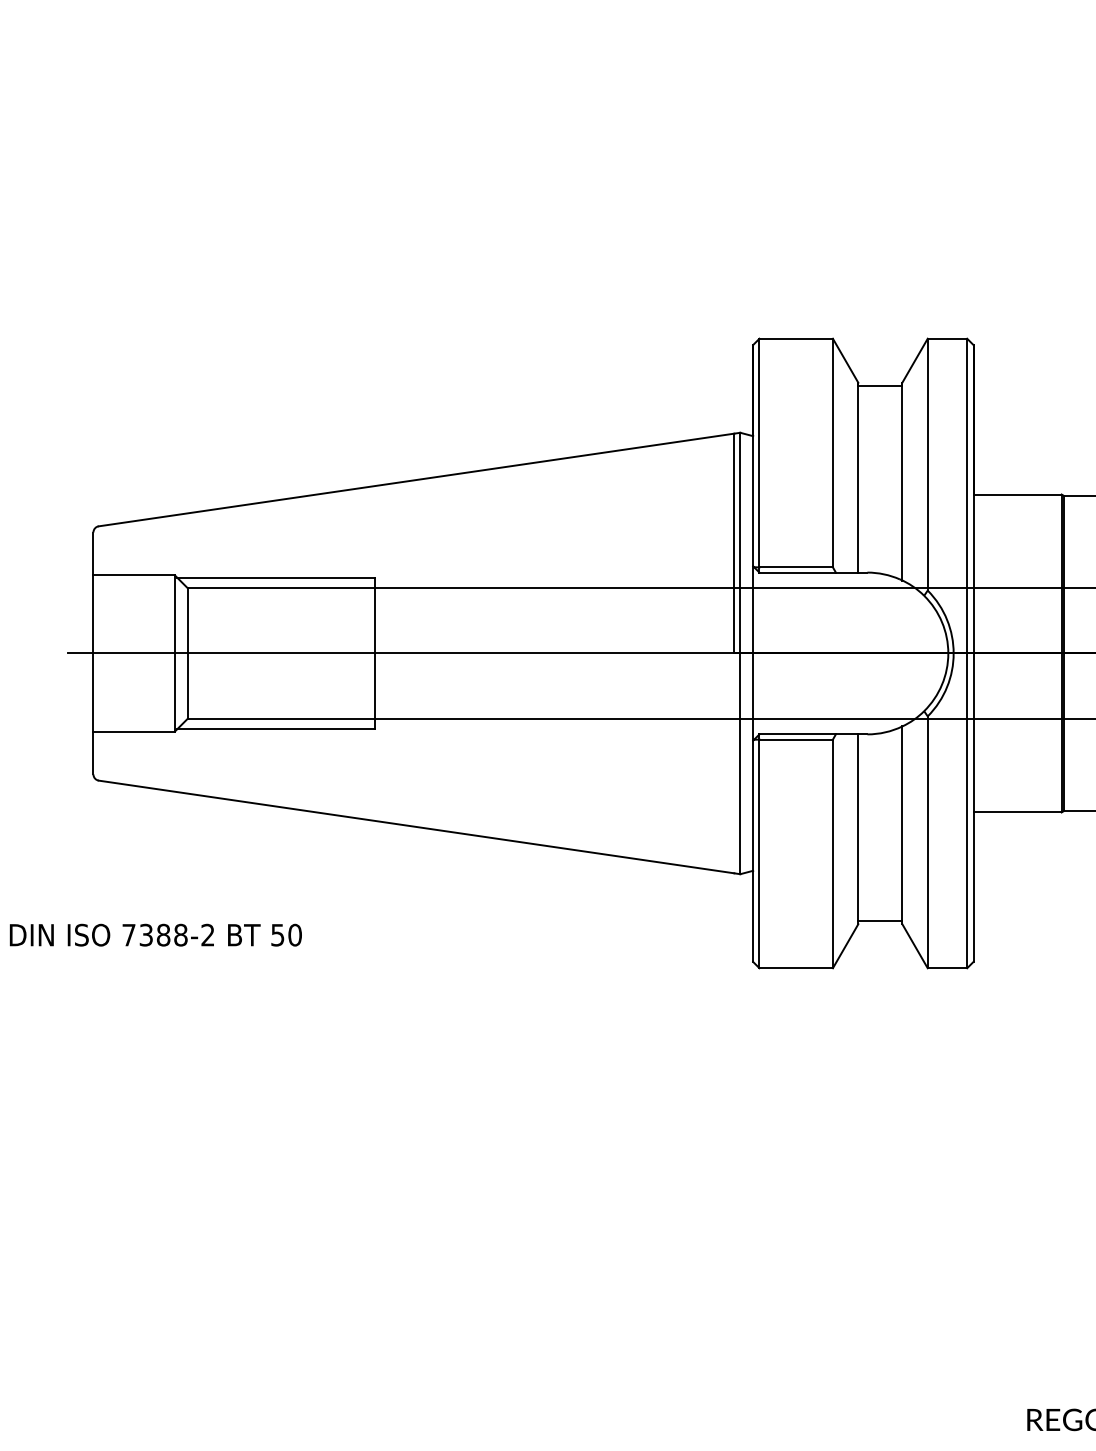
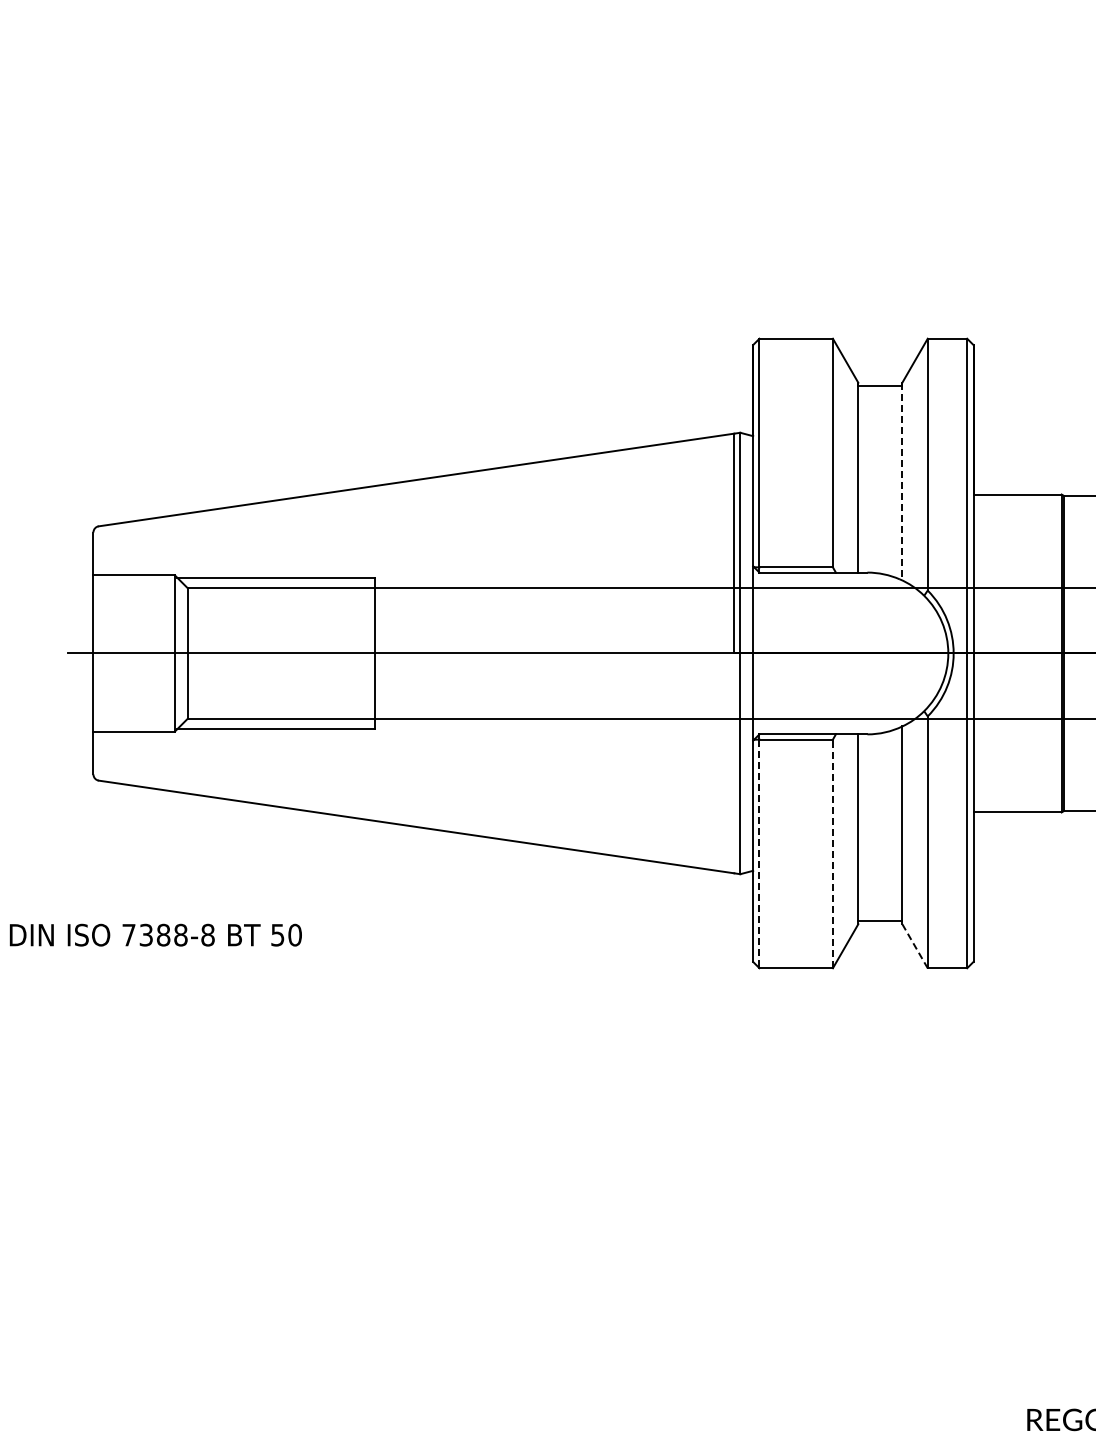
line at (902, 481): solid -> dashed
line at (832, 853): solid -> dashed
line at (759, 854): solid -> dashed
text at (207, 934): 7388-2 -> 7388-8
line at (915, 946): solid -> dashed
